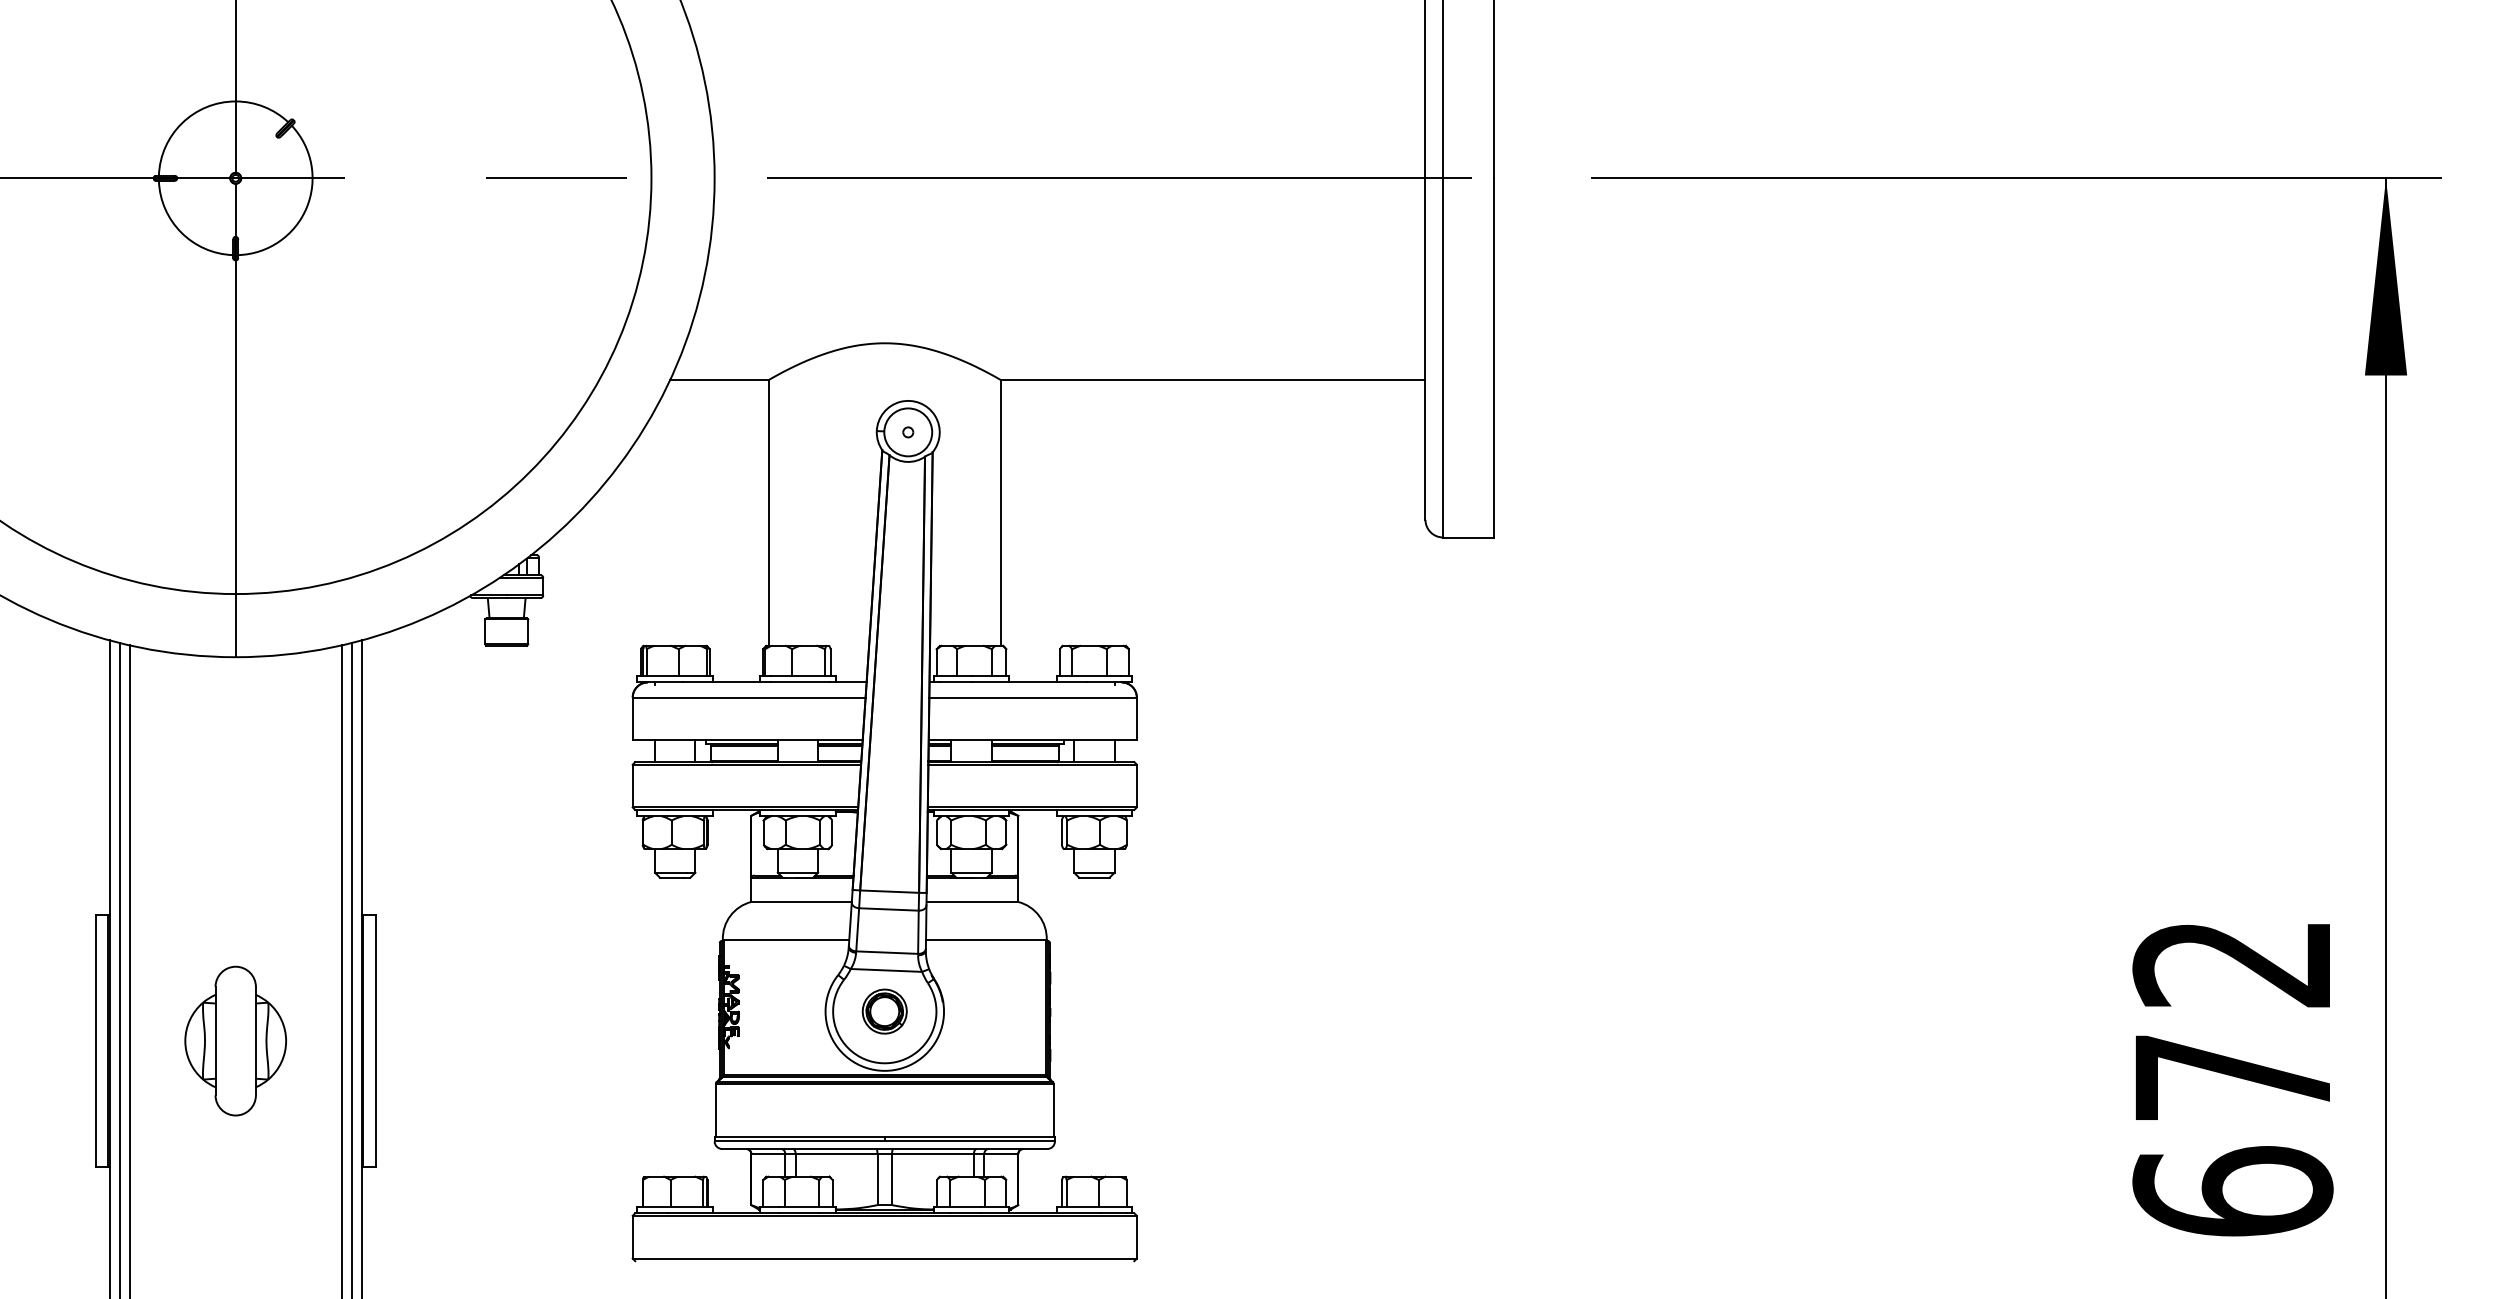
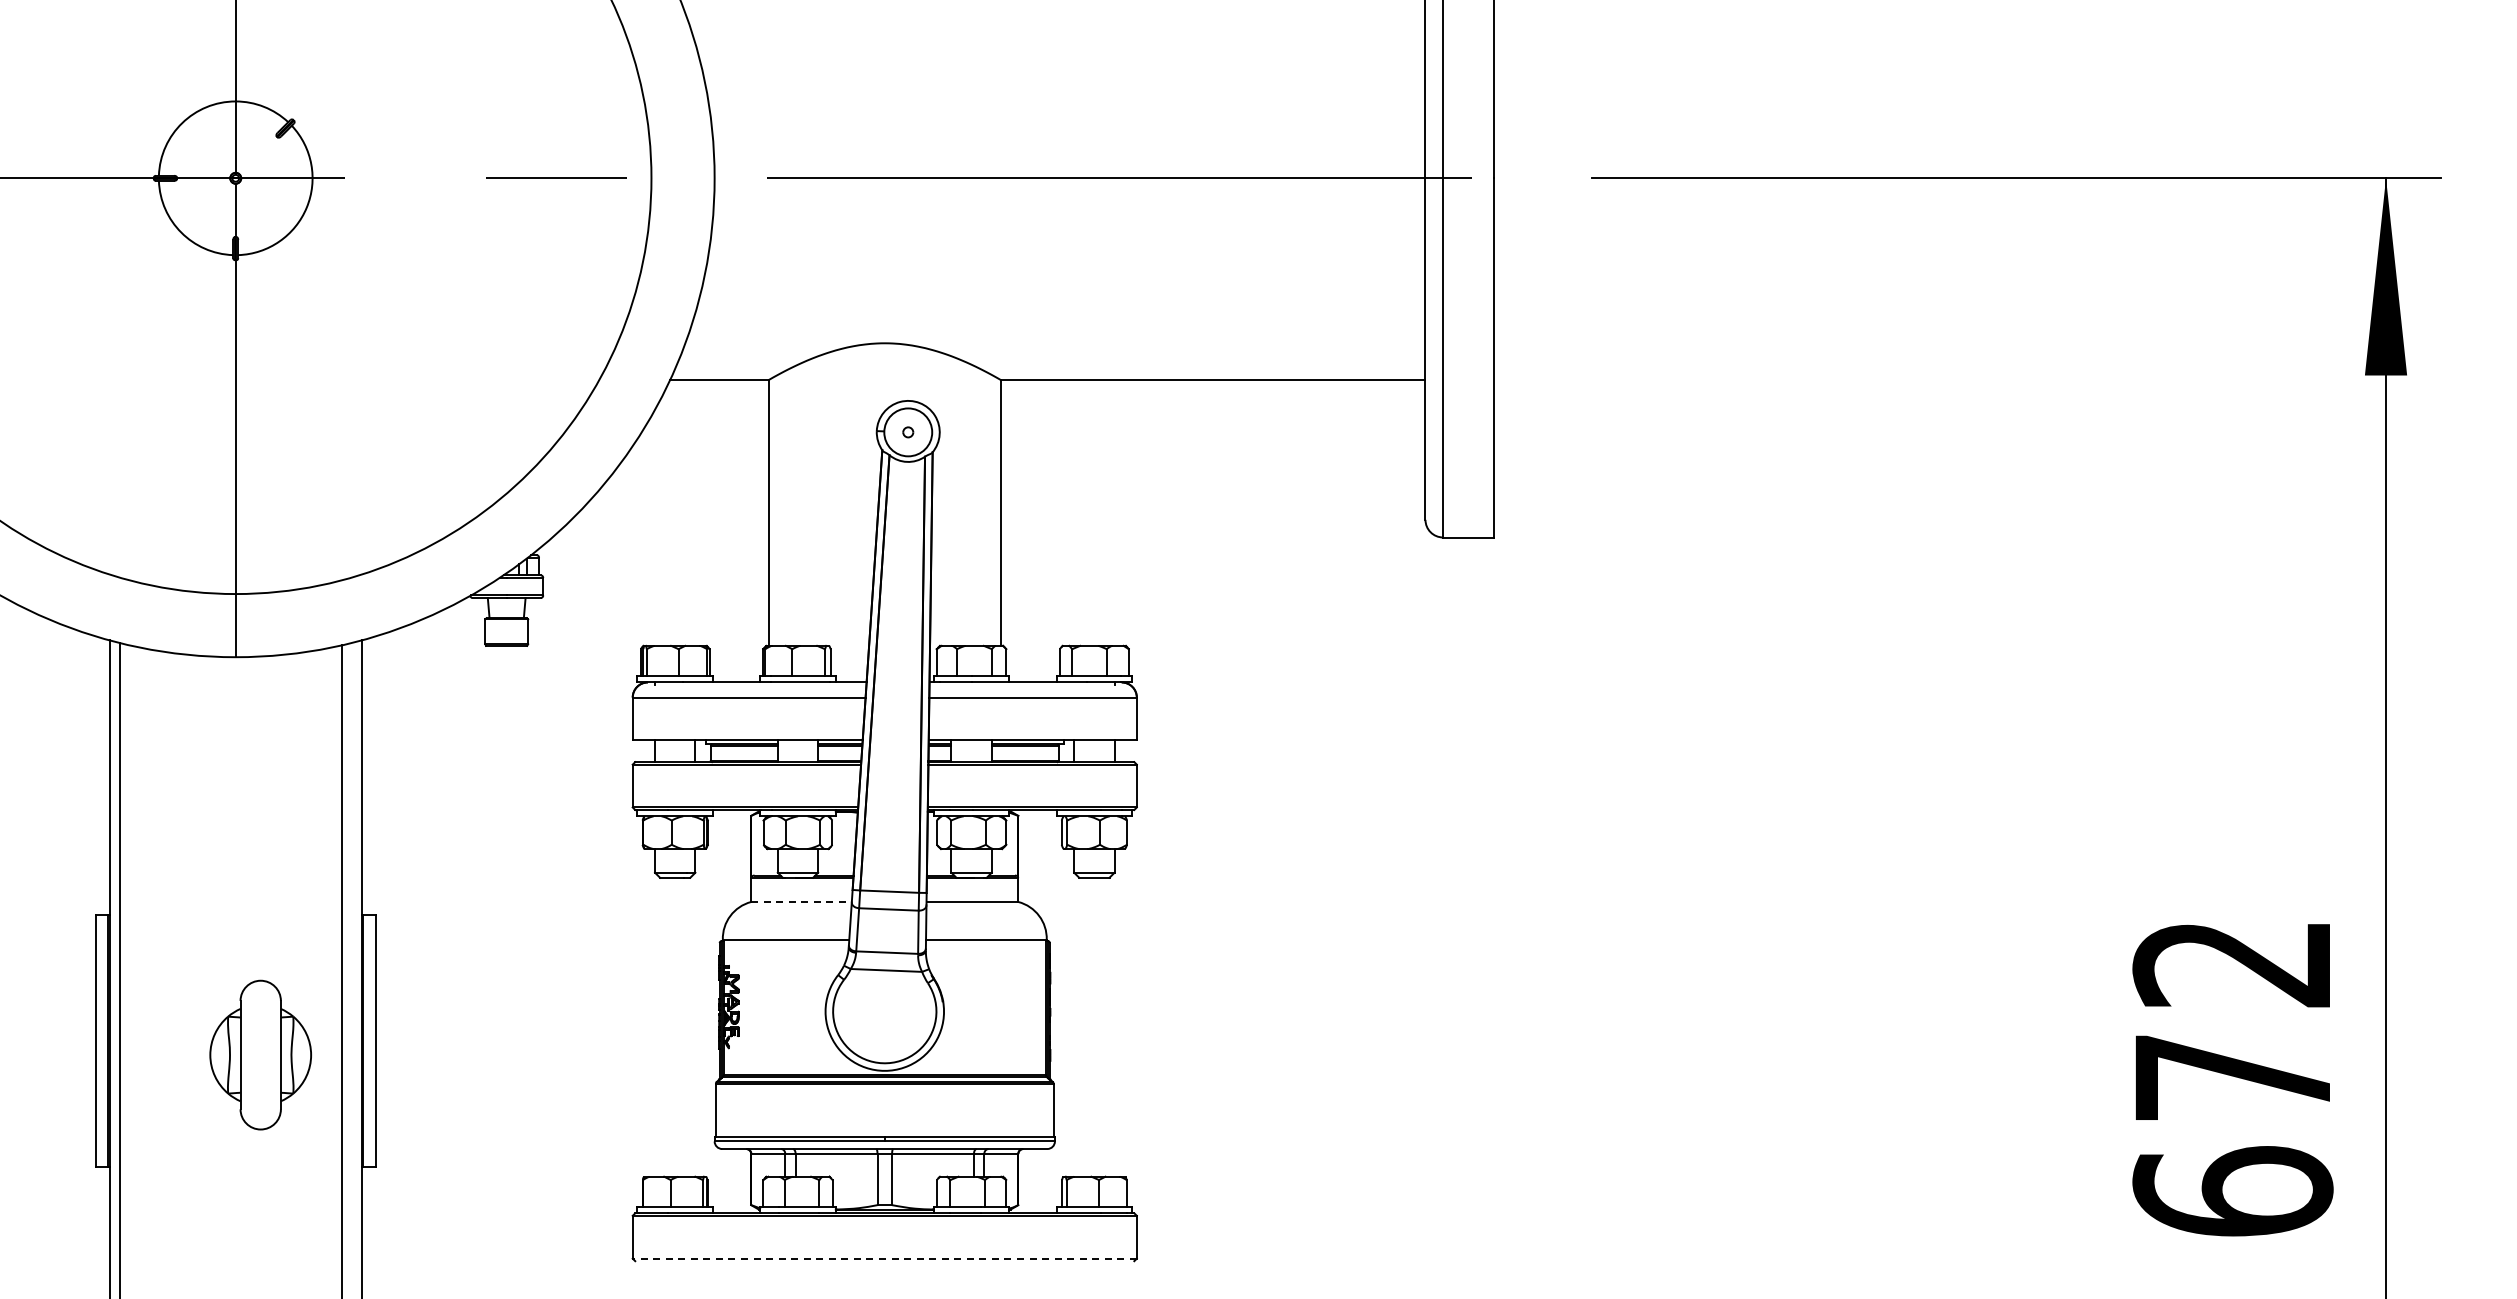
line at (802, 902): solid -> dashed
line at (351, 969): present -> none
line at (129, 970): present -> none
part at (884, 1011): present -> none
part at (235, 1040) position: (235, 1040) -> (260, 1054)
line at (884, 1258): solid -> dashed
